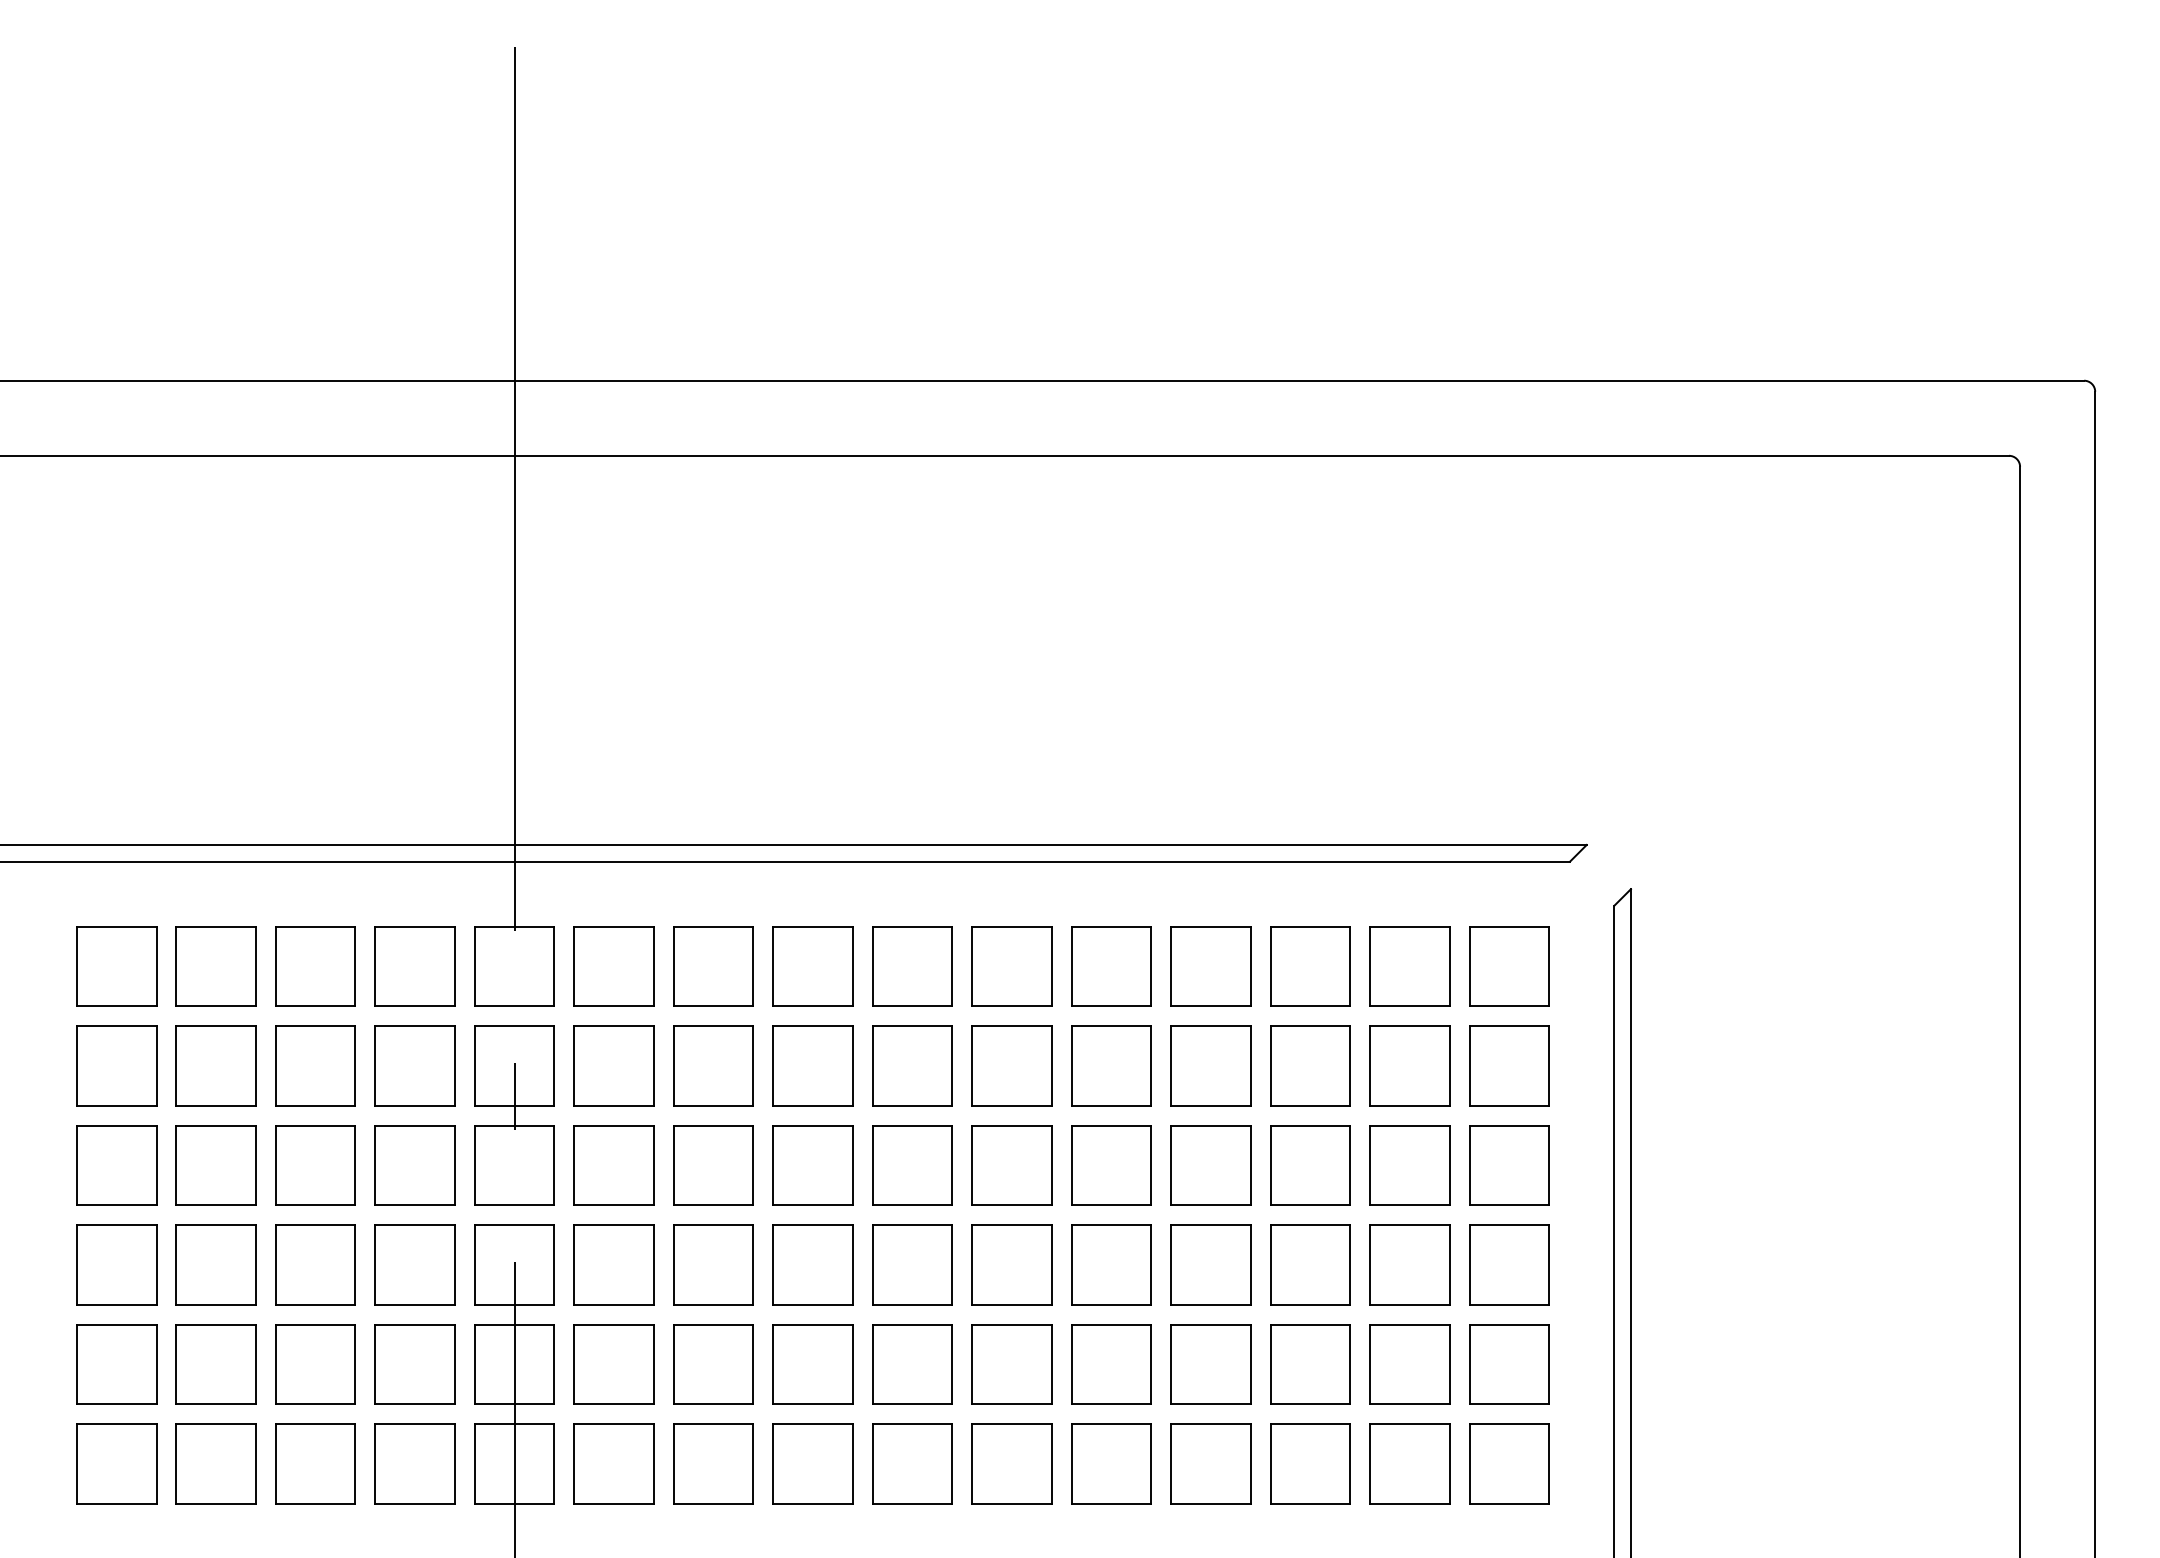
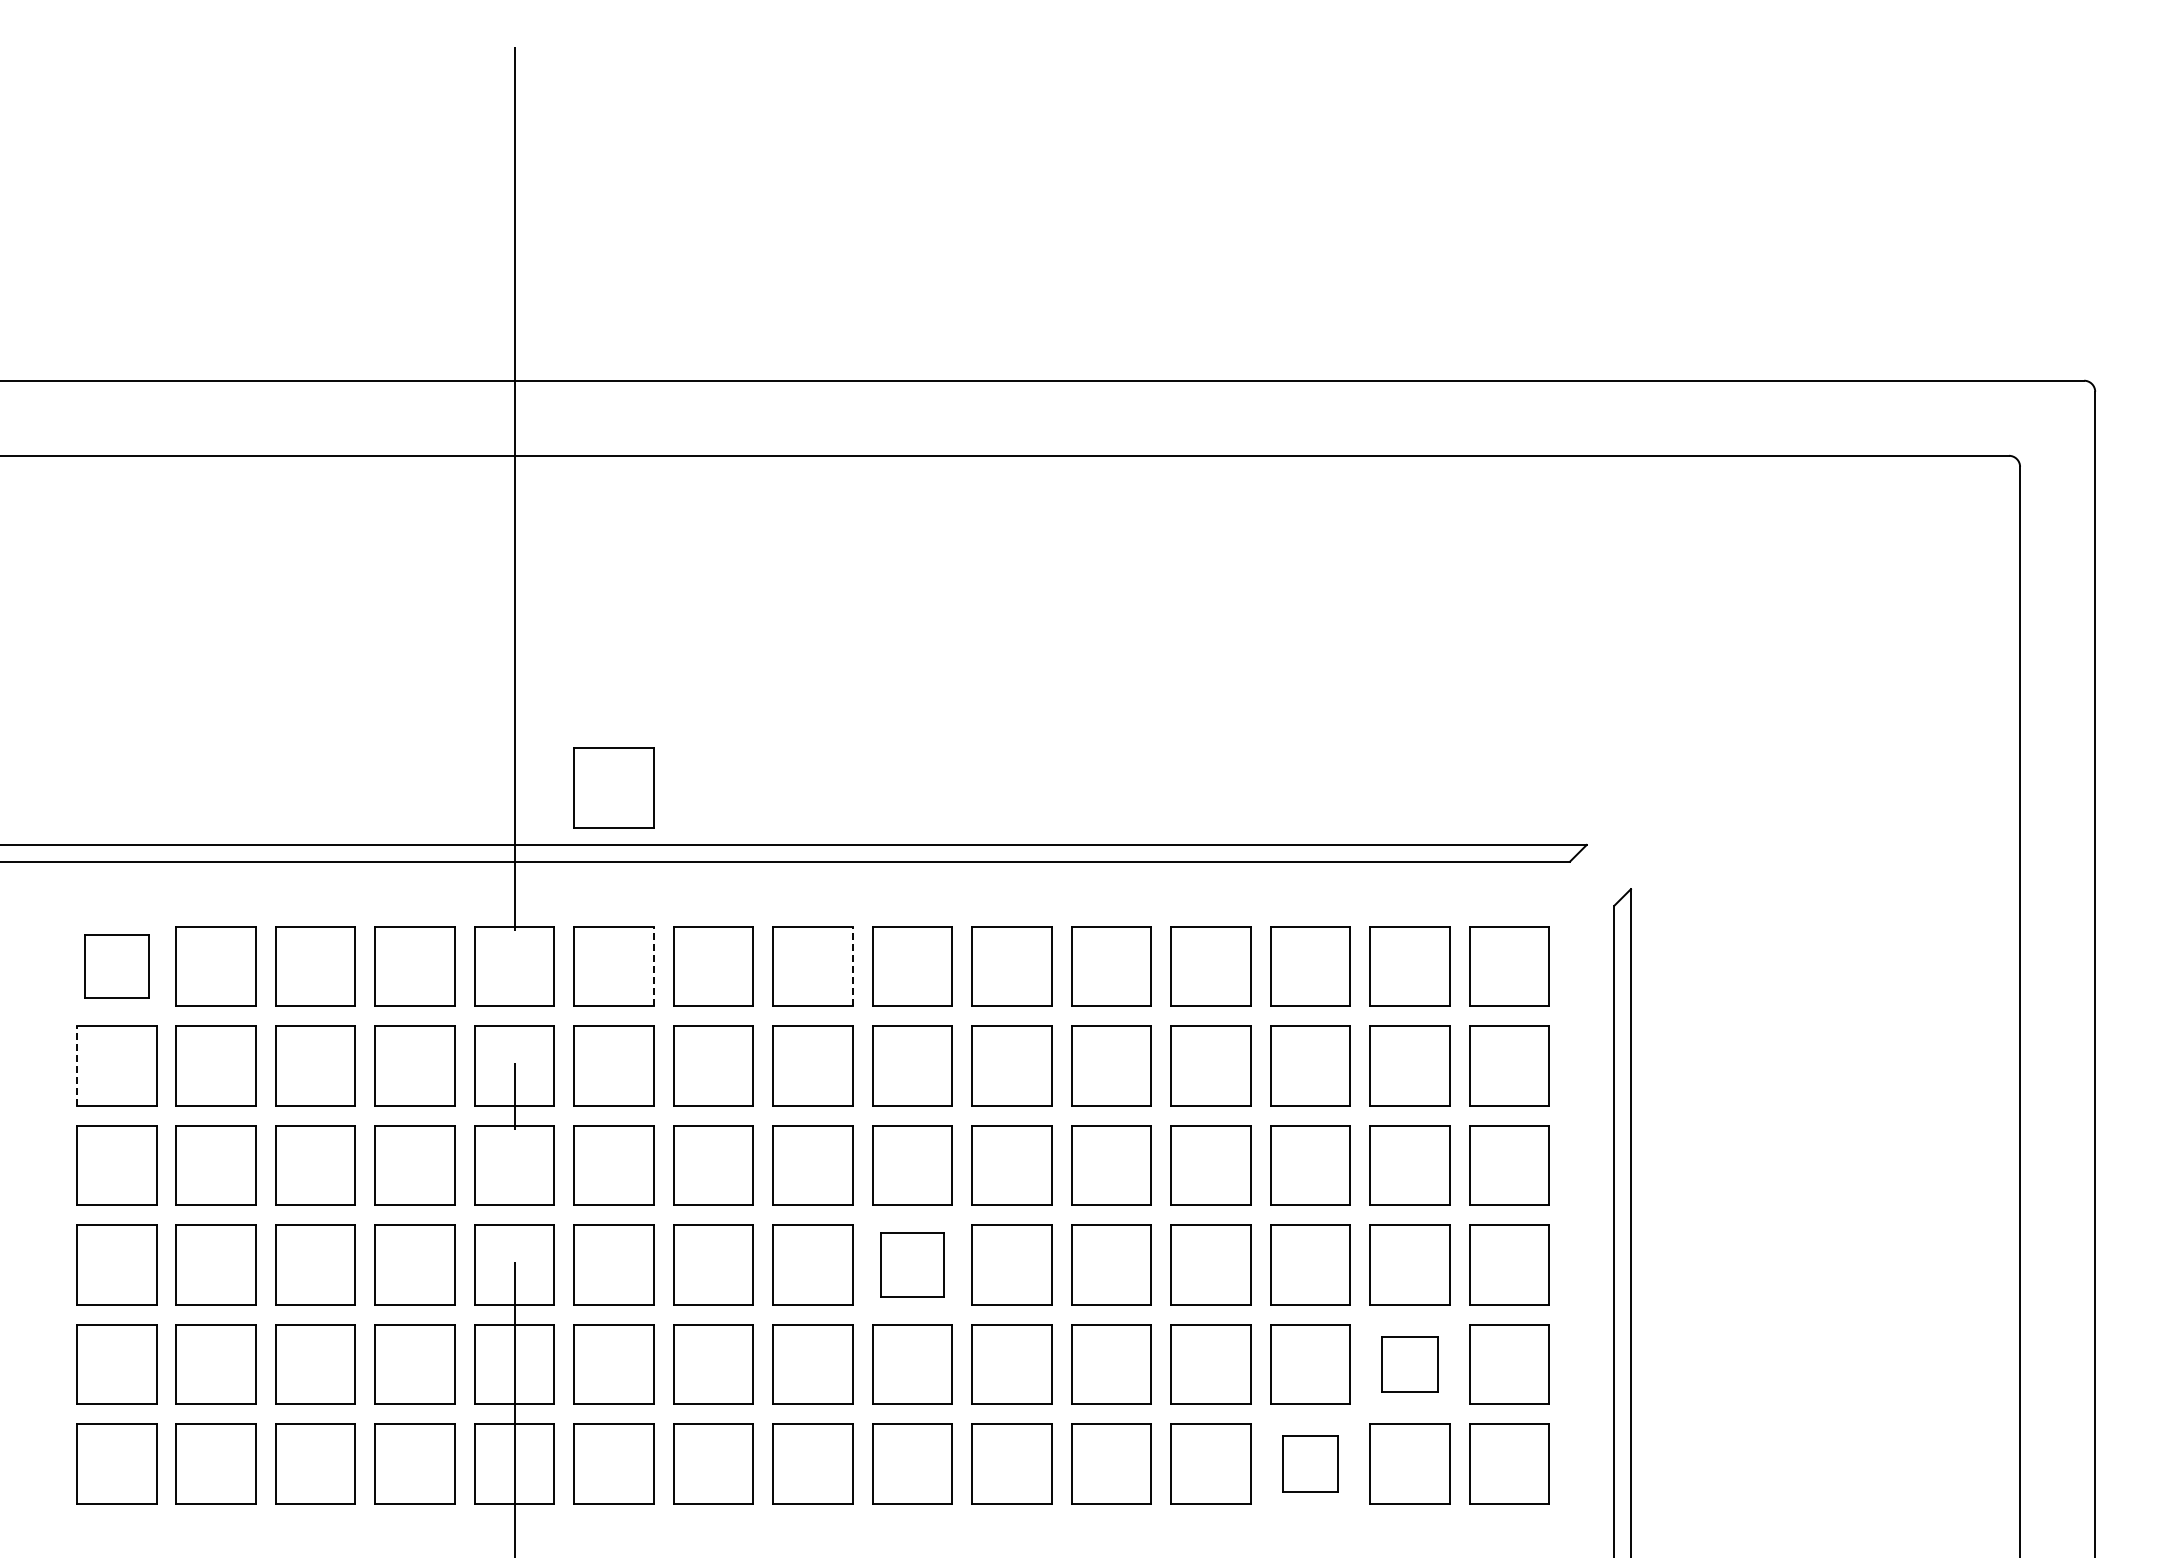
part at (613, 787): none -> present
part at (116, 966) size: 82x81 px -> 66x65 px
line at (653, 966): solid -> dashed
line at (852, 966): solid -> dashed
line at (76, 1066): solid -> dashed
part at (912, 1264) size: 81x82 px -> 65x66 px
part at (1409, 1364) size: 82x81 px -> 58x57 px
part at (1310, 1463) size: 81x82 px -> 57x58 px
